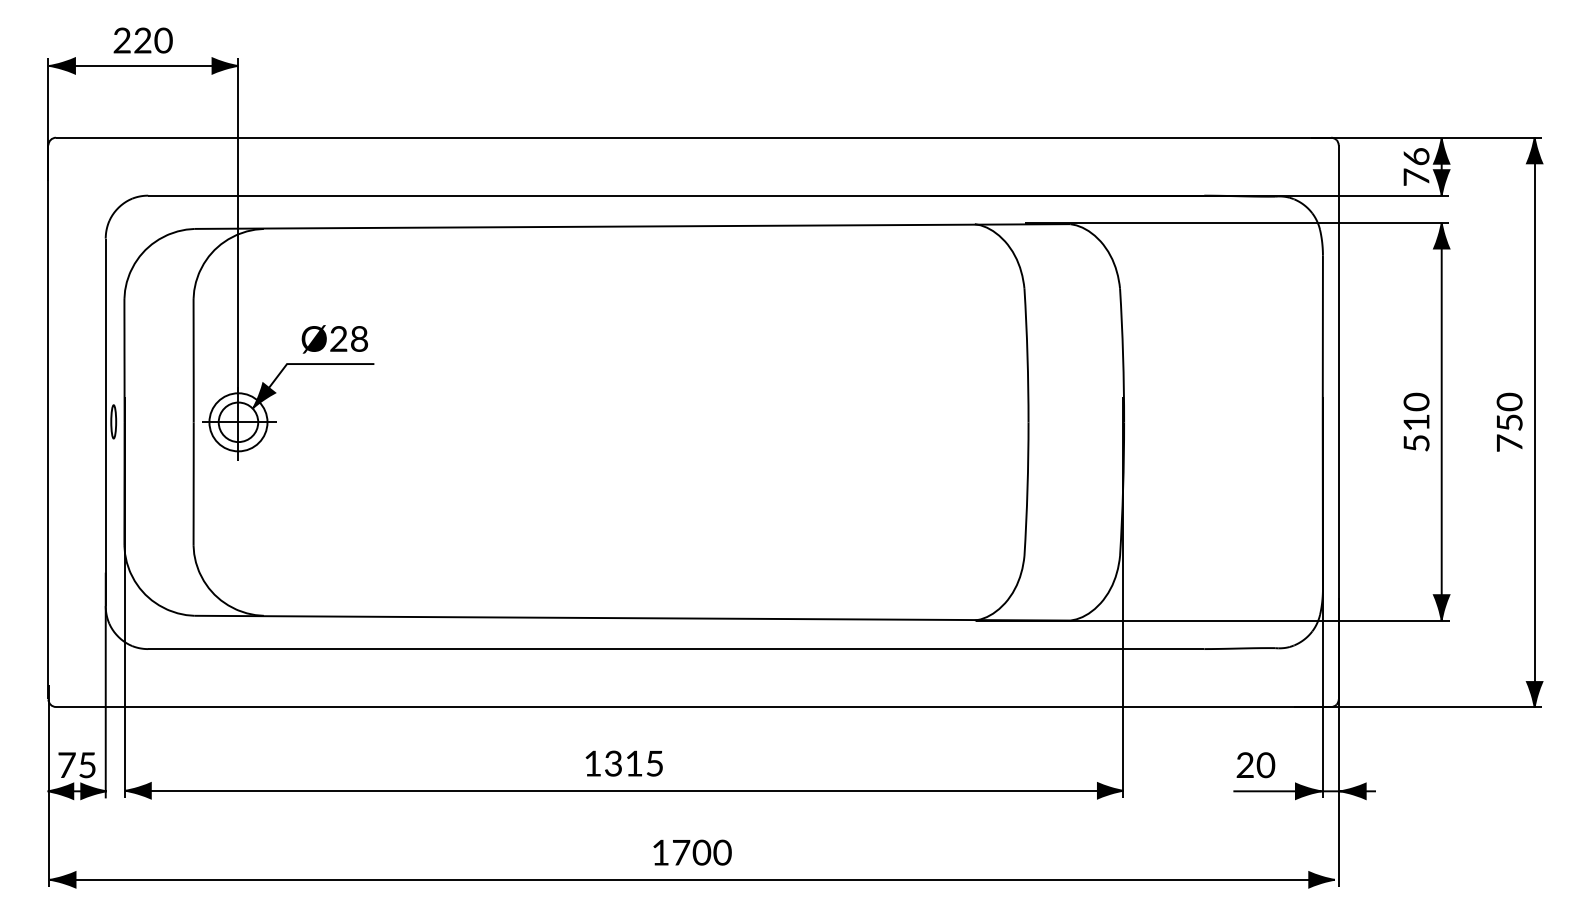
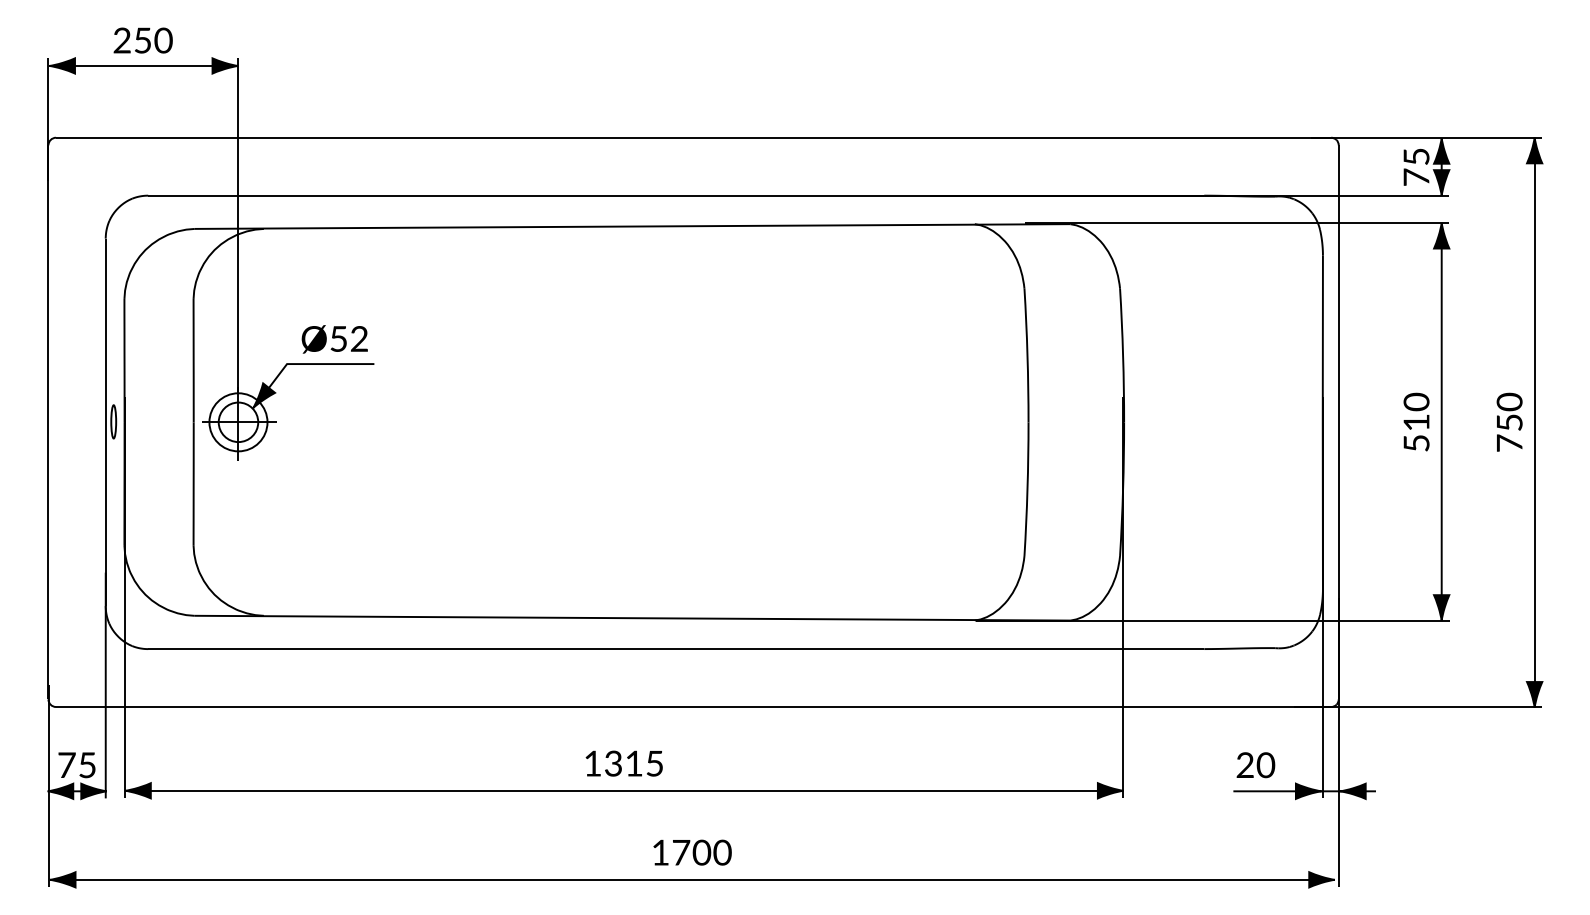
text at (142, 40): 220 -> 250
text at (1416, 156): 76 -> 75
text at (349, 338): Ø28 -> Ø52
